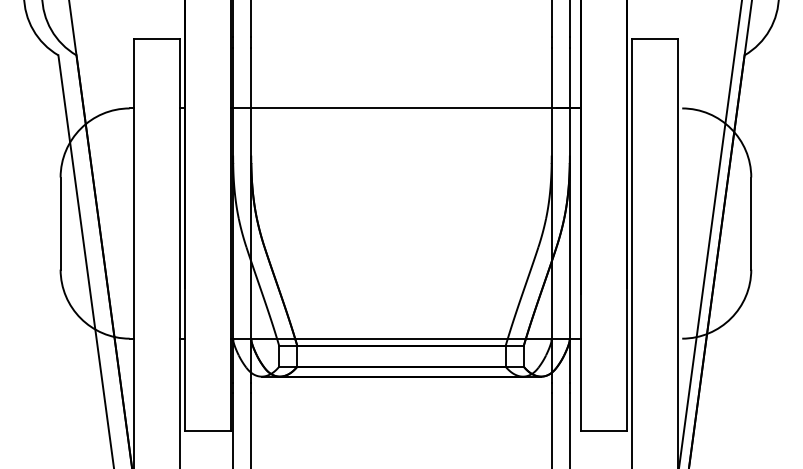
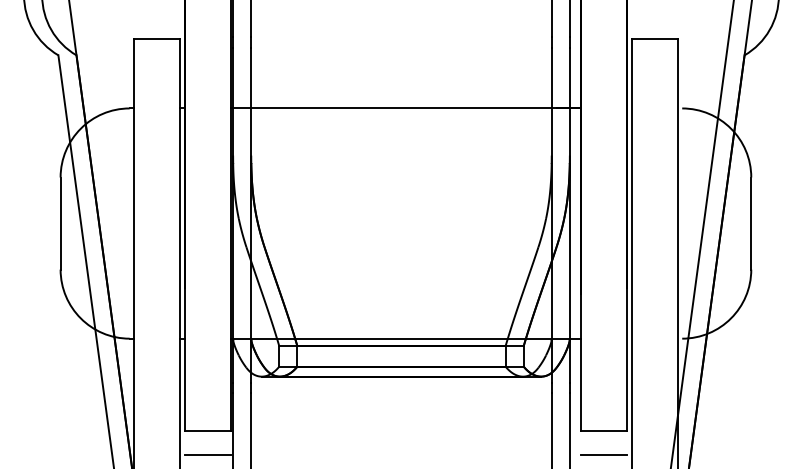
line at (710, 233) position: (710, 233) -> (702, 233)
line at (207, 454): none -> present
line at (603, 454): none -> present
